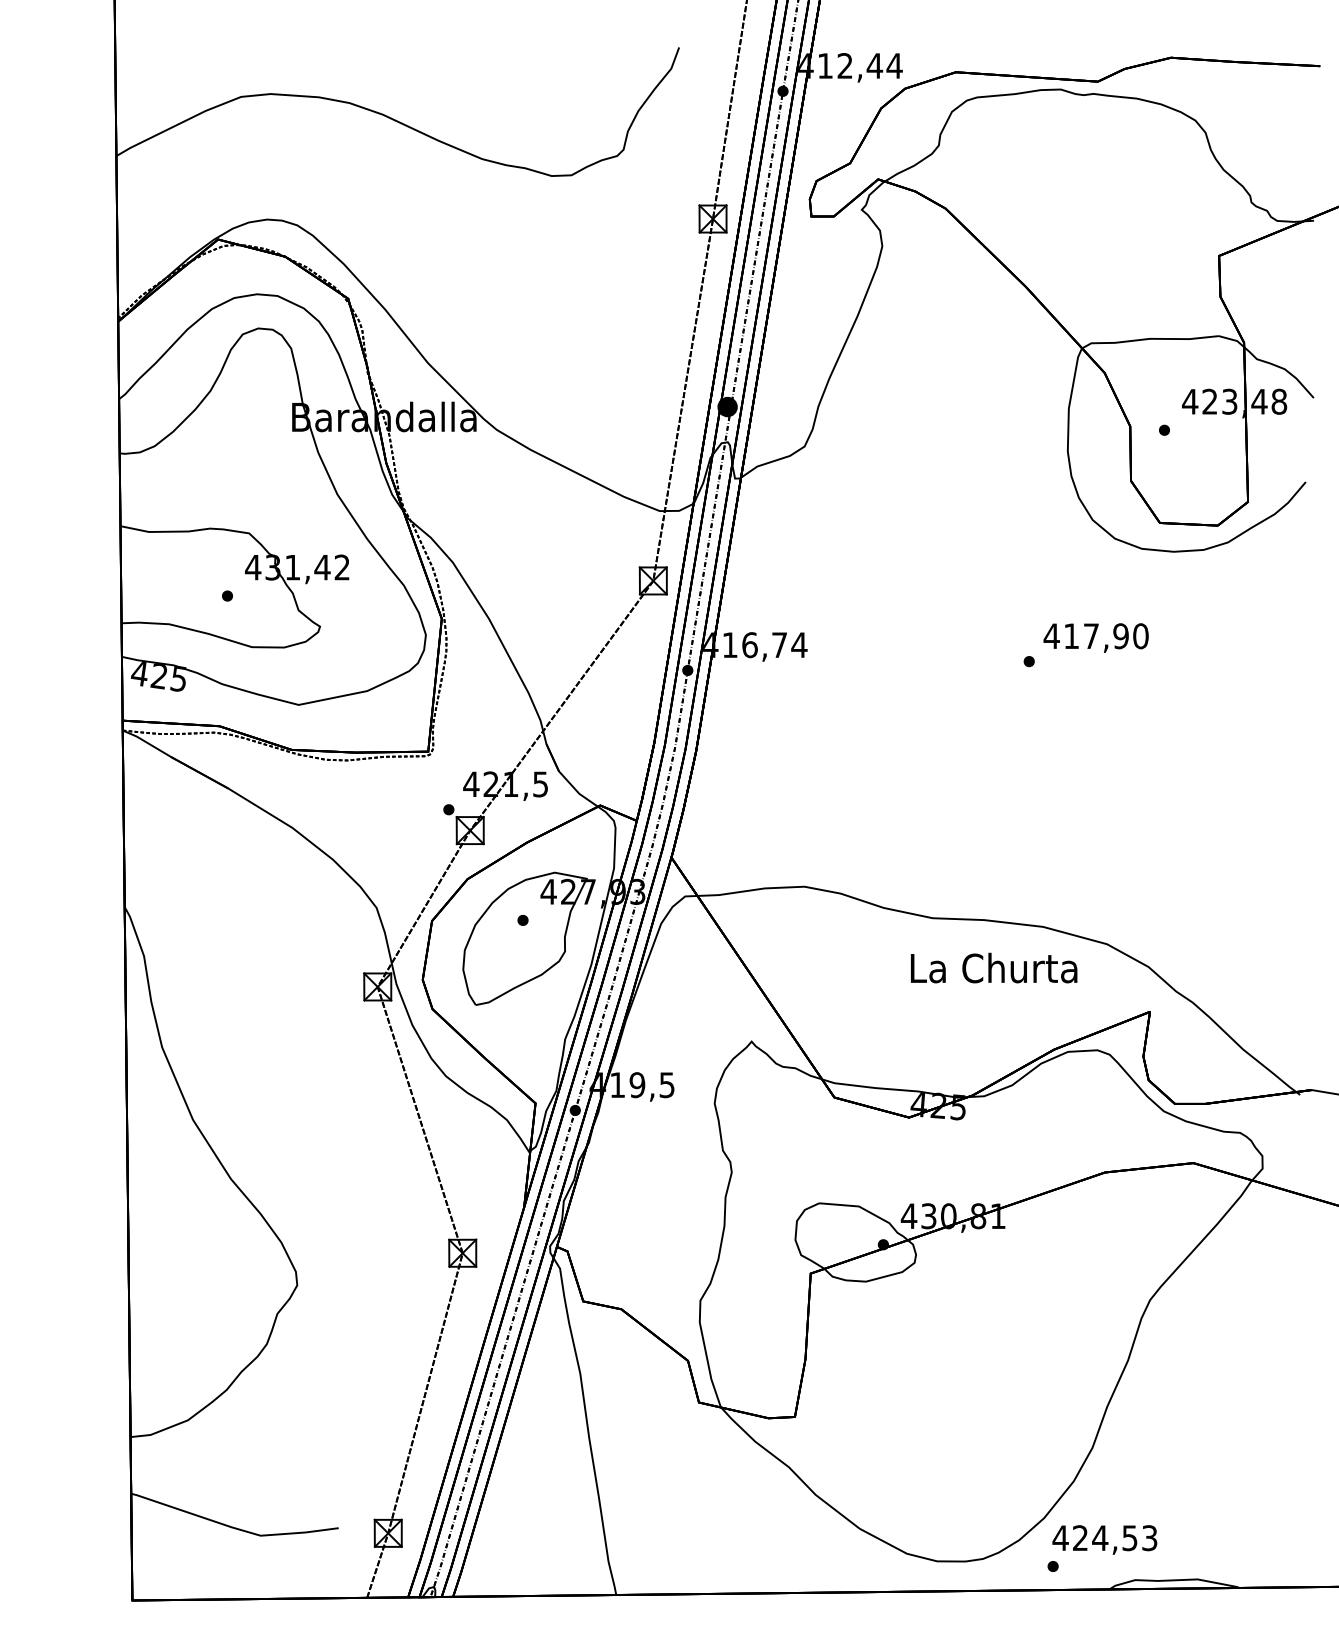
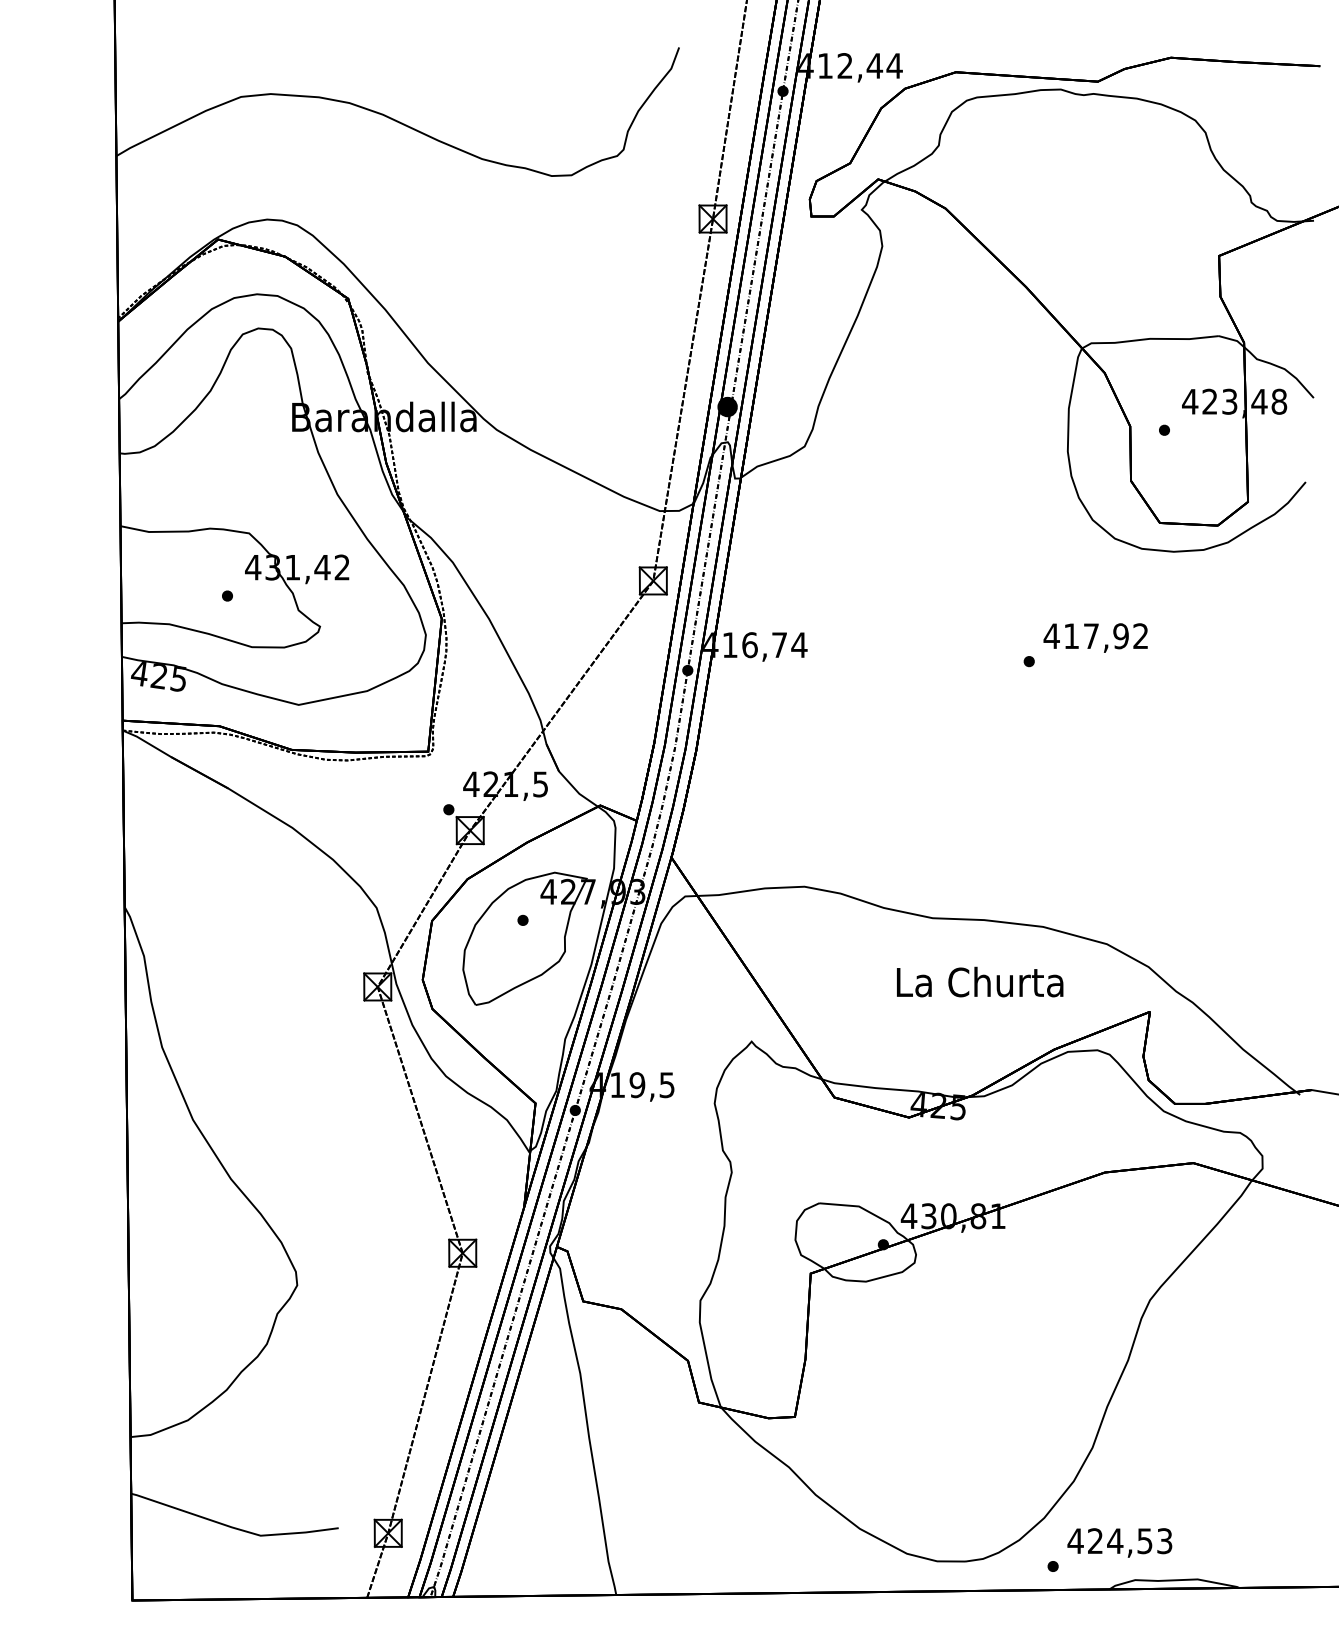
text at (1140, 636): 417,90 -> 417,92
text at (994, 967) position: (994, 967) -> (980, 981)
text at (1104, 1539) position: (1104, 1539) -> (1119, 1542)
